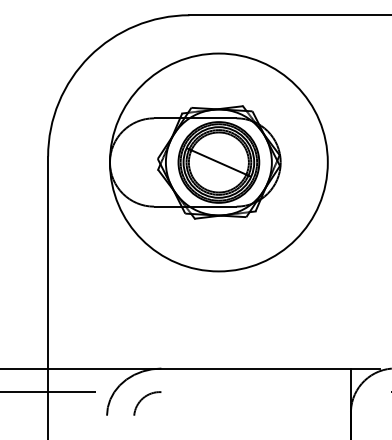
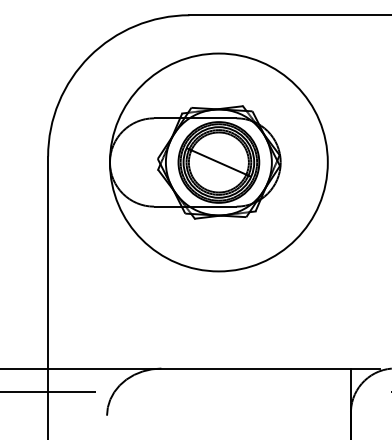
arc at (143, 399): present -> none
